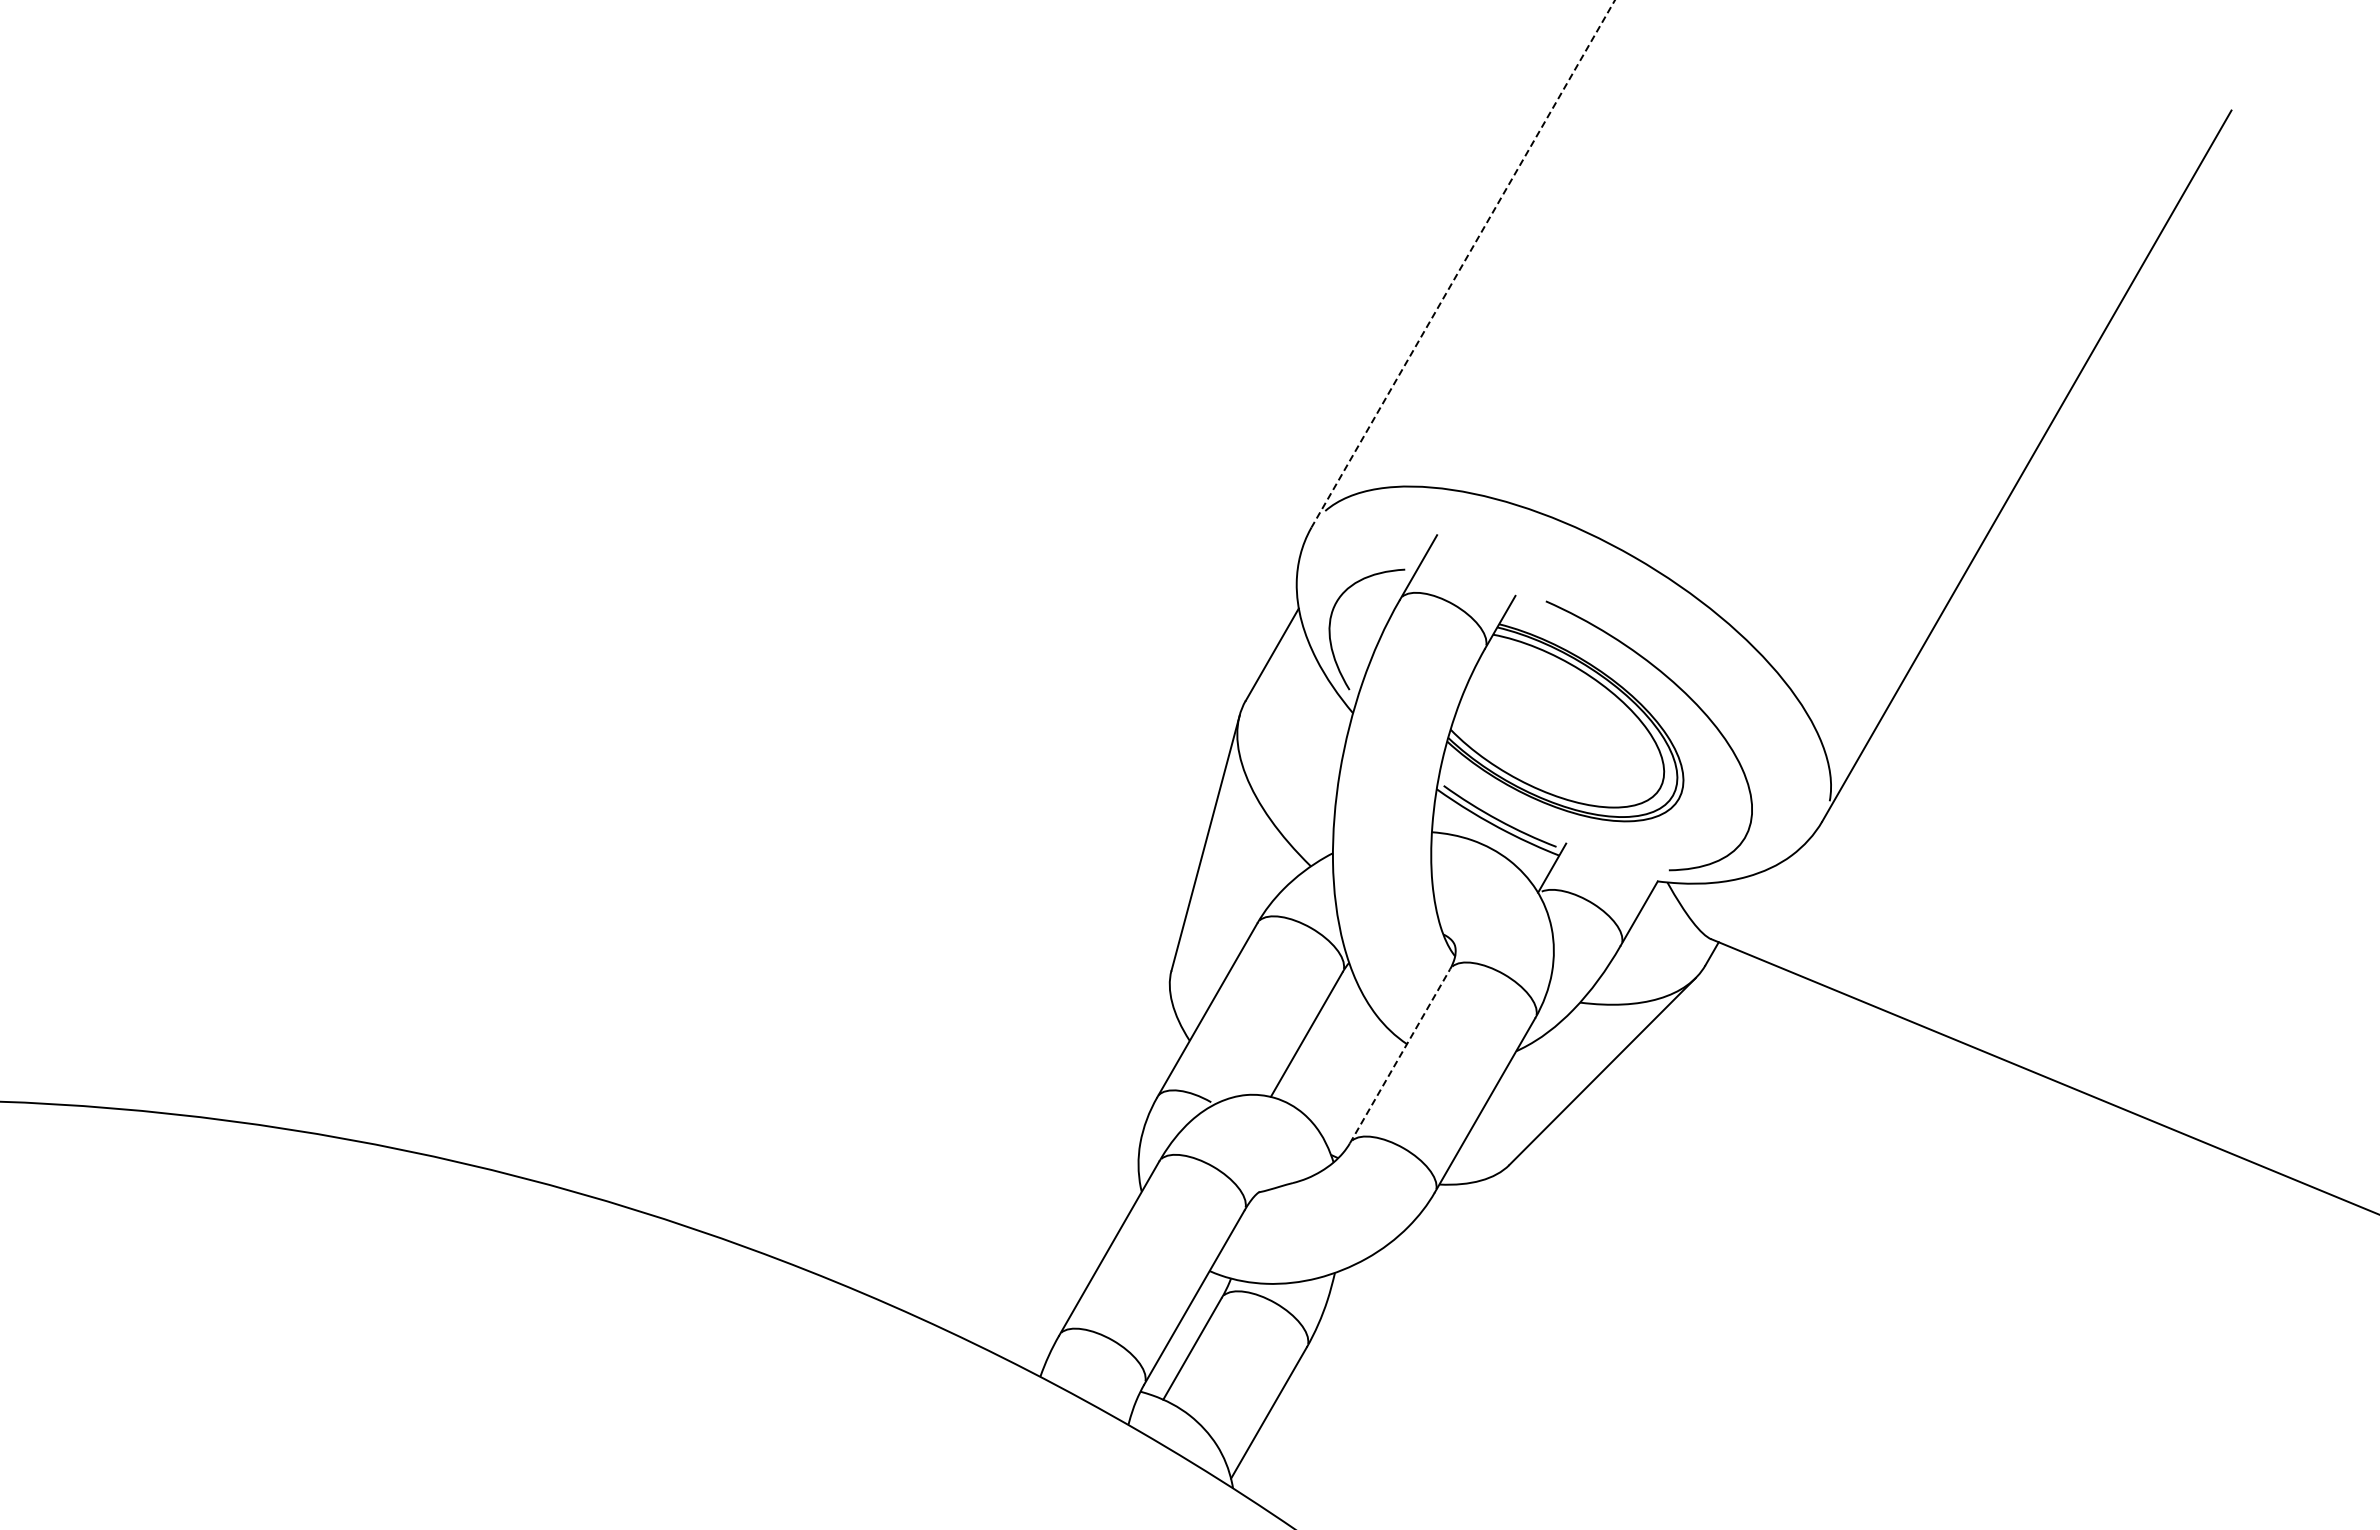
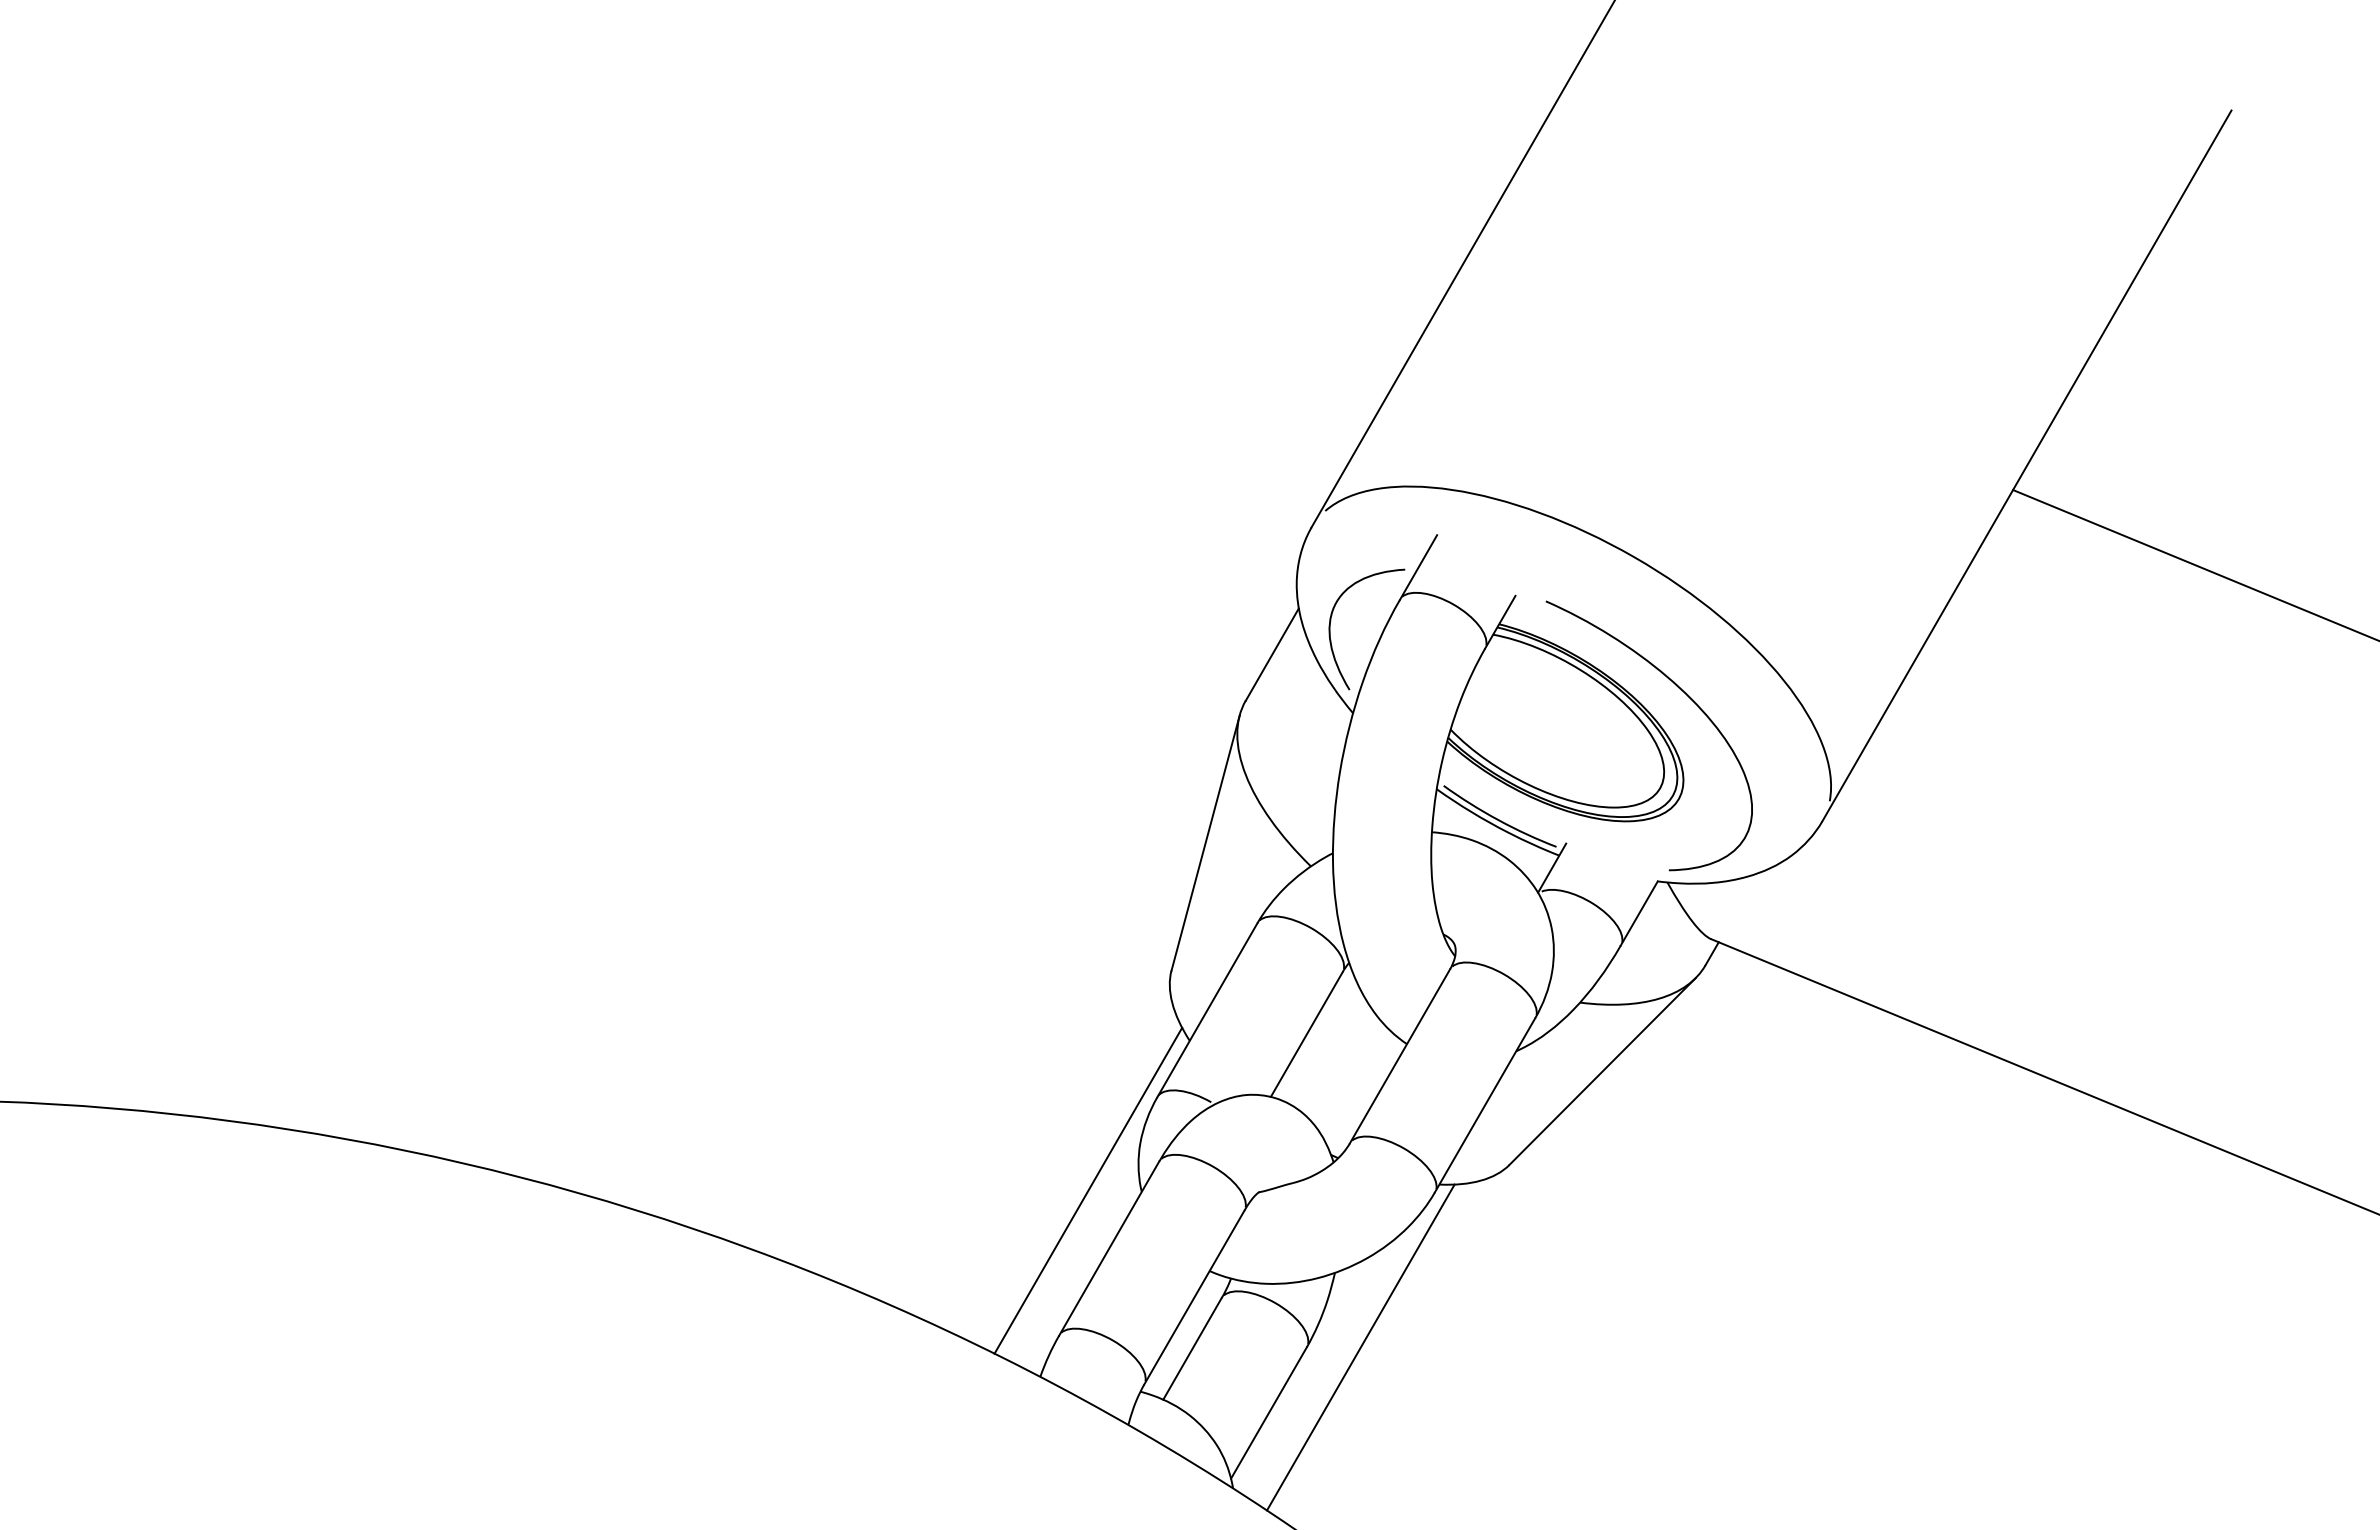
line at (1463, 264): dashed -> solid
line at (2194, 564): none -> present
line at (1400, 1055): dashed -> solid
line at (1088, 1190): none -> present
line at (1360, 1347): none -> present
